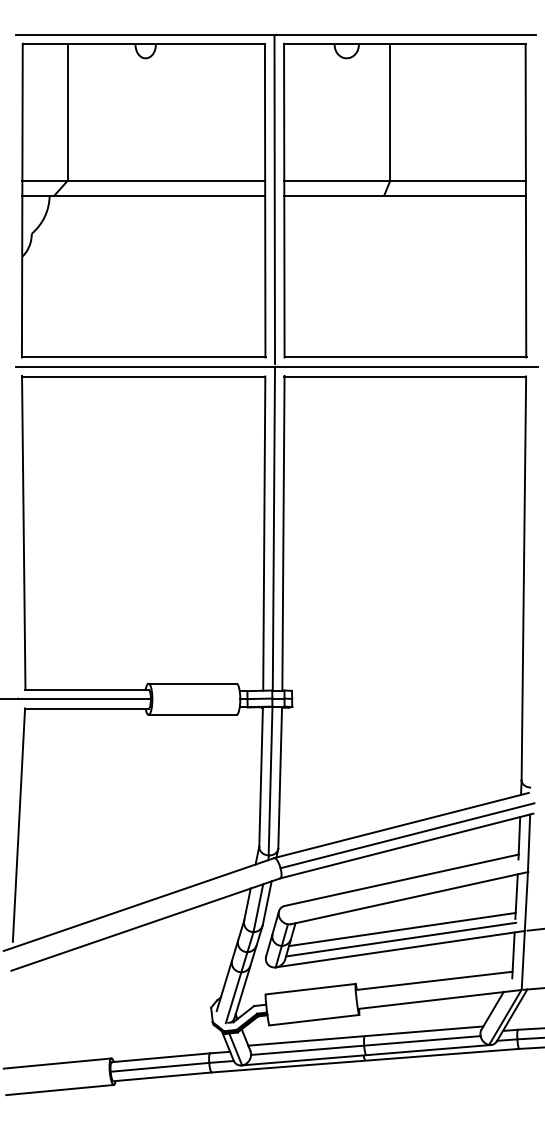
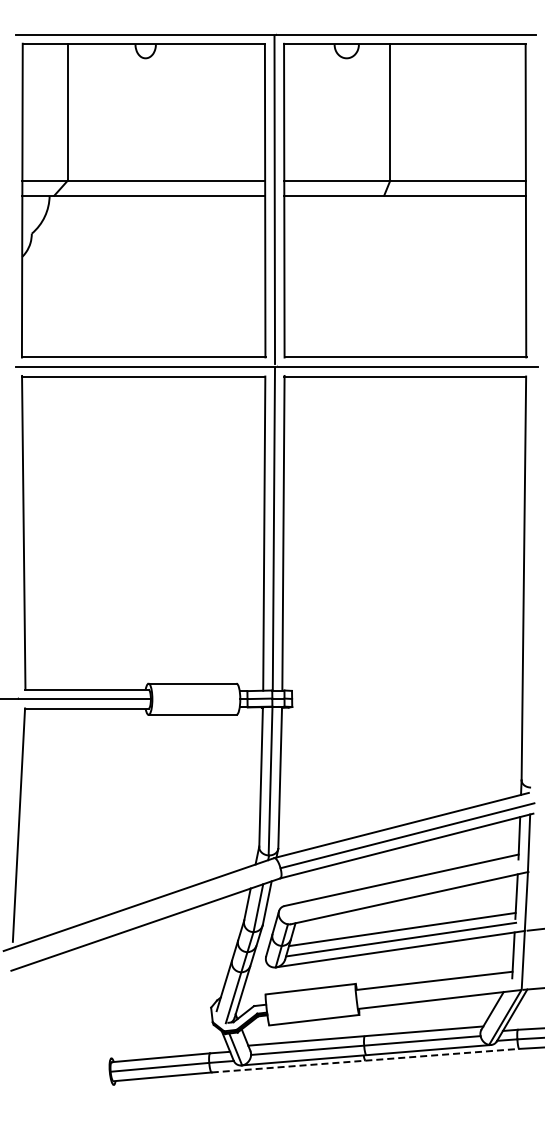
line at (365, 1060): solid -> dashed
line at (57, 1063): present -> none
line at (59, 1089): present -> none
